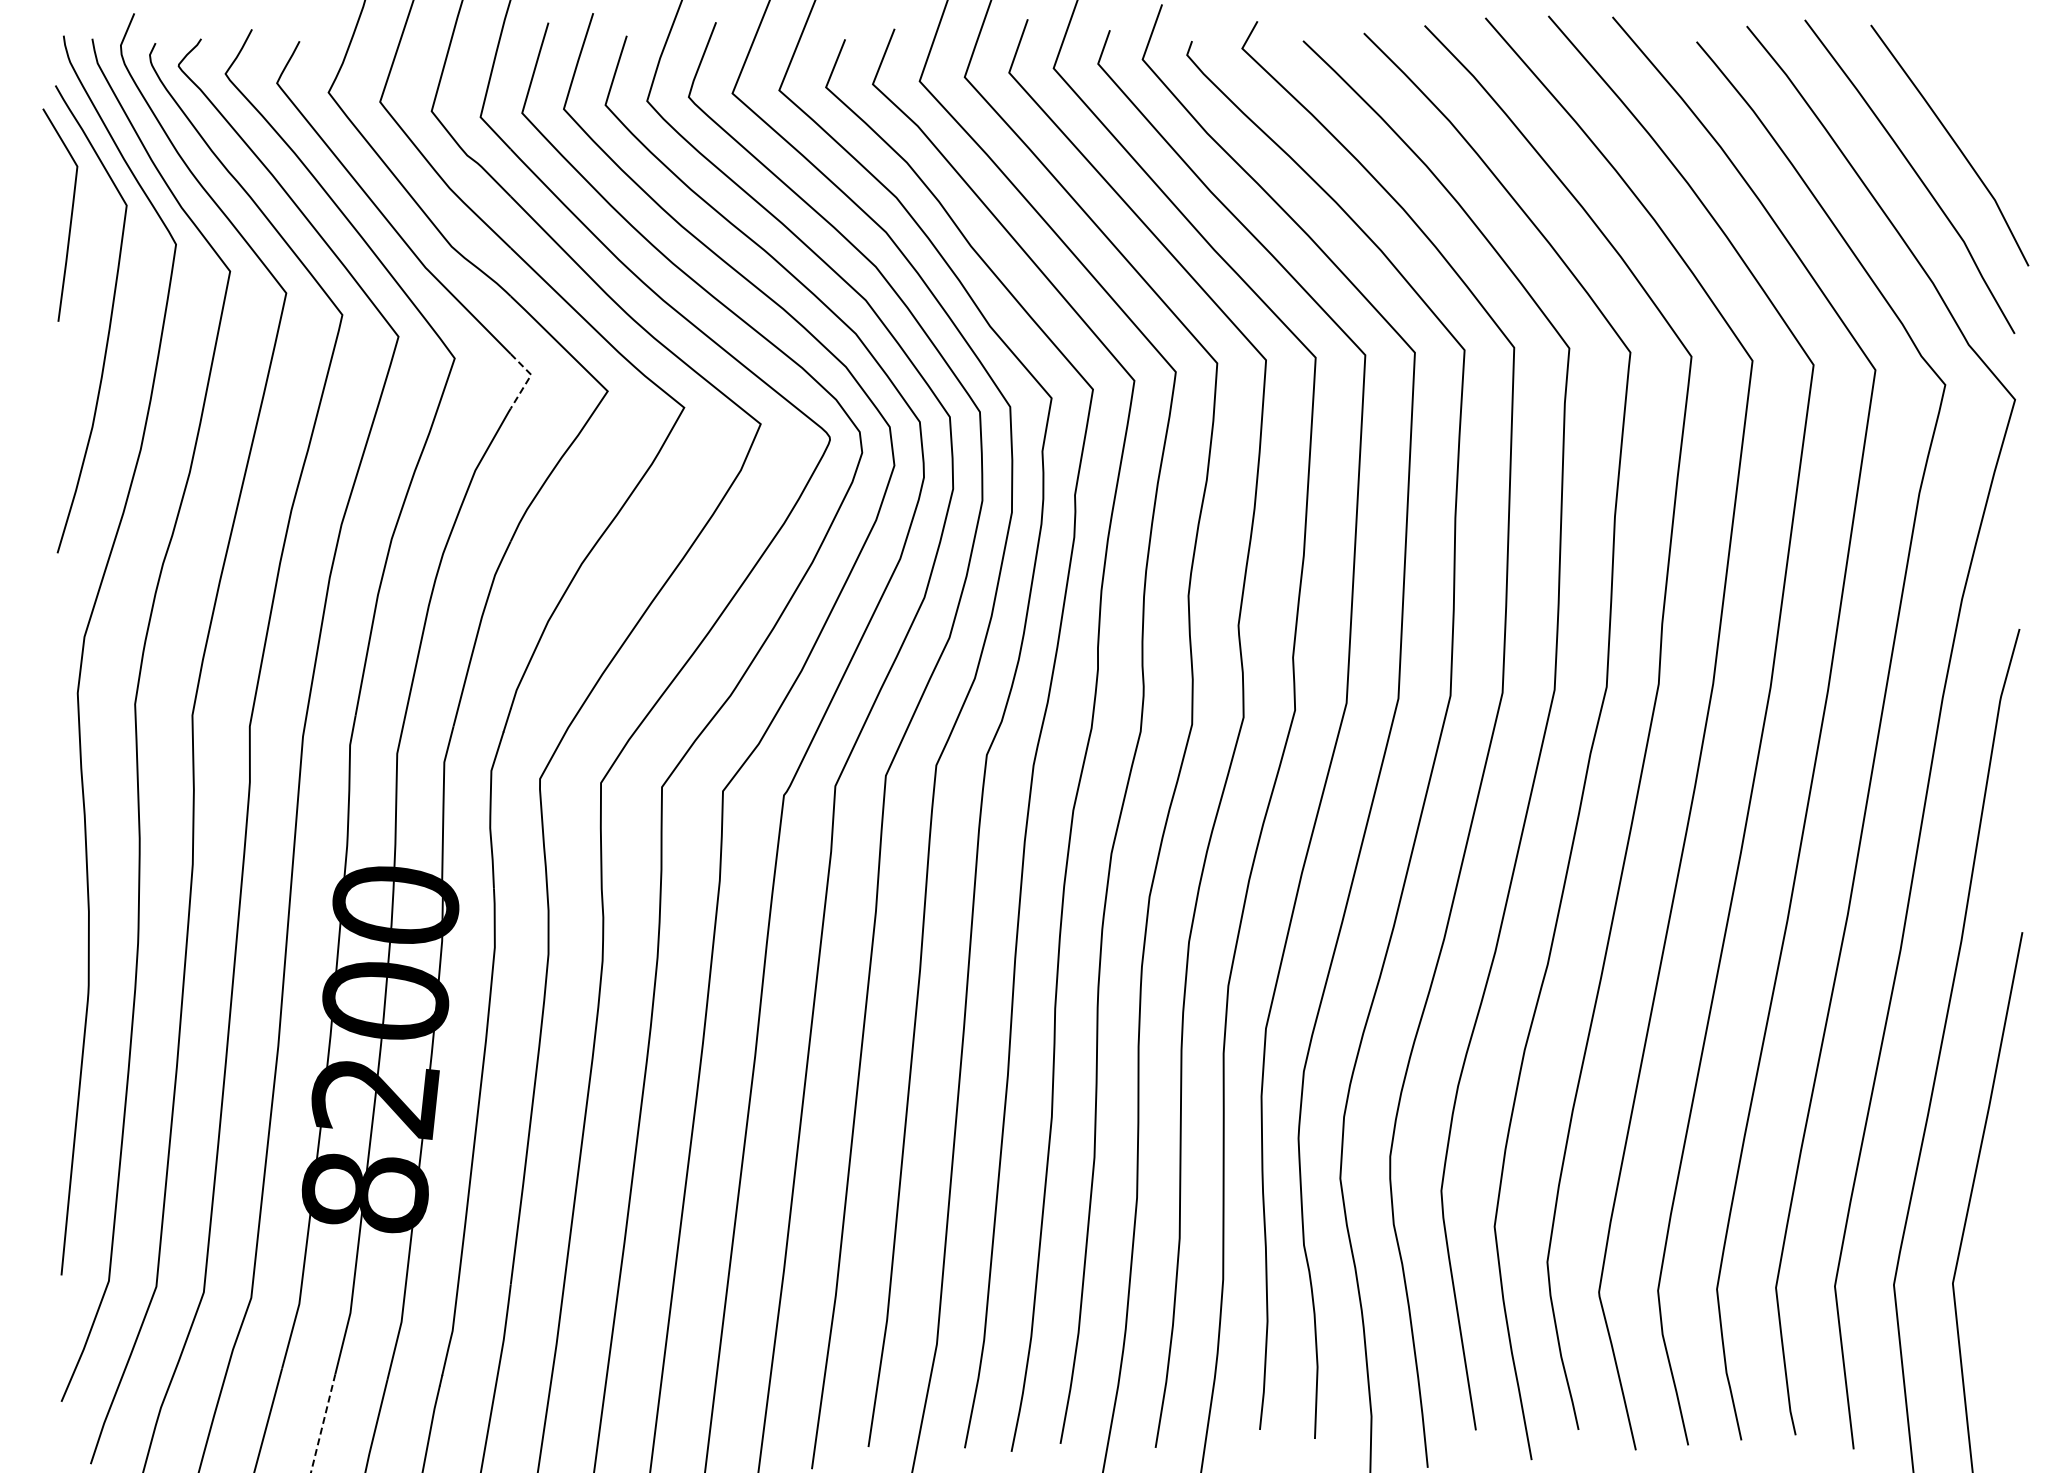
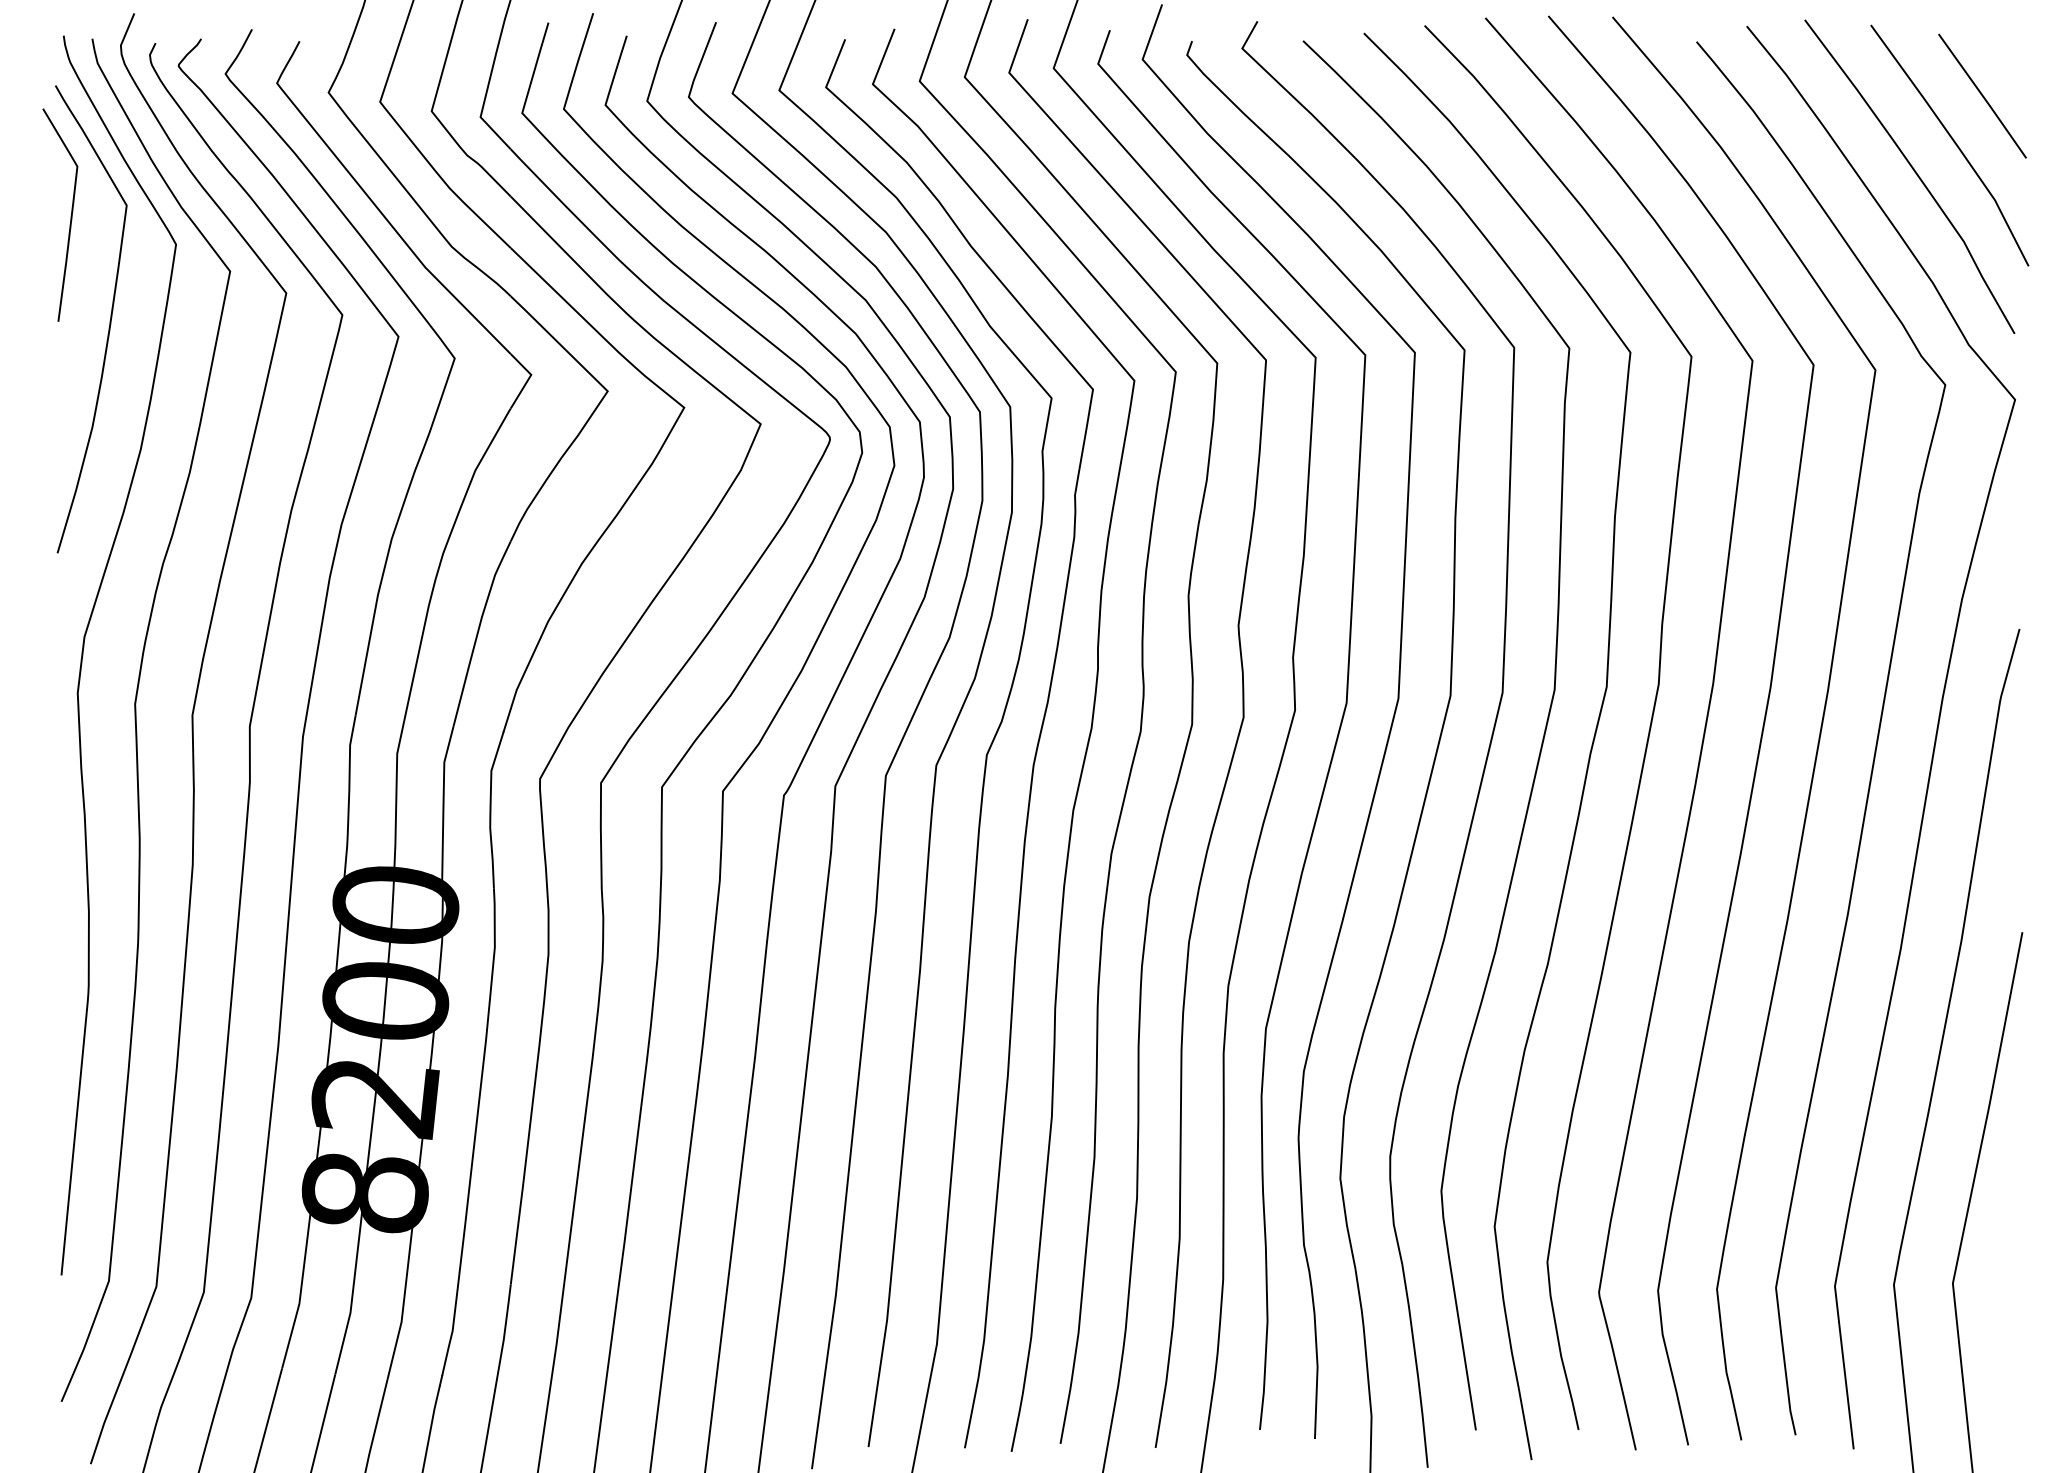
line at (1982, 95): none -> present
line at (528, 379): dashed -> solid
line at (323, 1423): dashed -> solid
